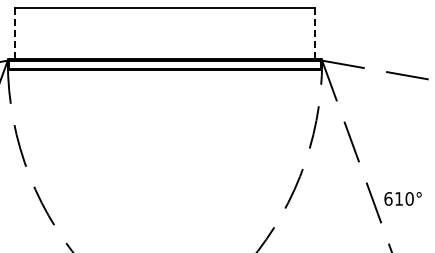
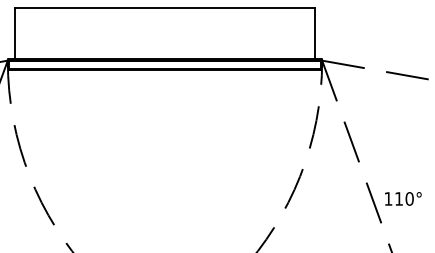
line at (14, 34): dashed -> solid
line at (315, 34): dashed -> solid
text at (388, 198): 610° -> 110°
